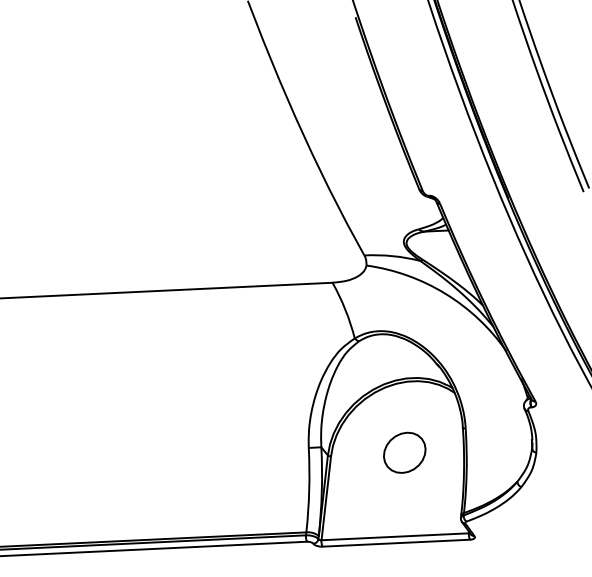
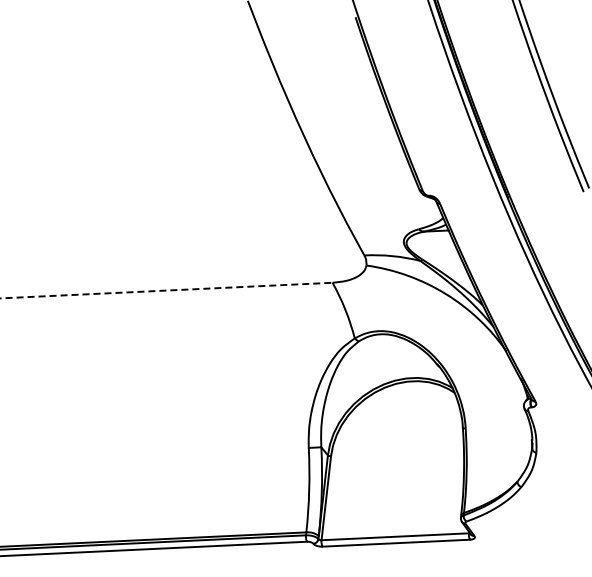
line at (166, 290): solid -> dashed
part at (404, 452): present -> none
